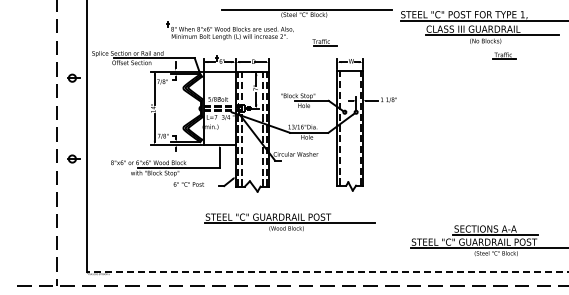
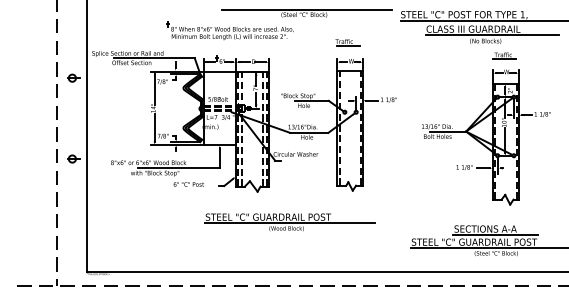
part at (324, 42) position: (324, 42) -> (347, 42)
part at (486, 137): none -> present
line at (327, 271): dashed -> solid
